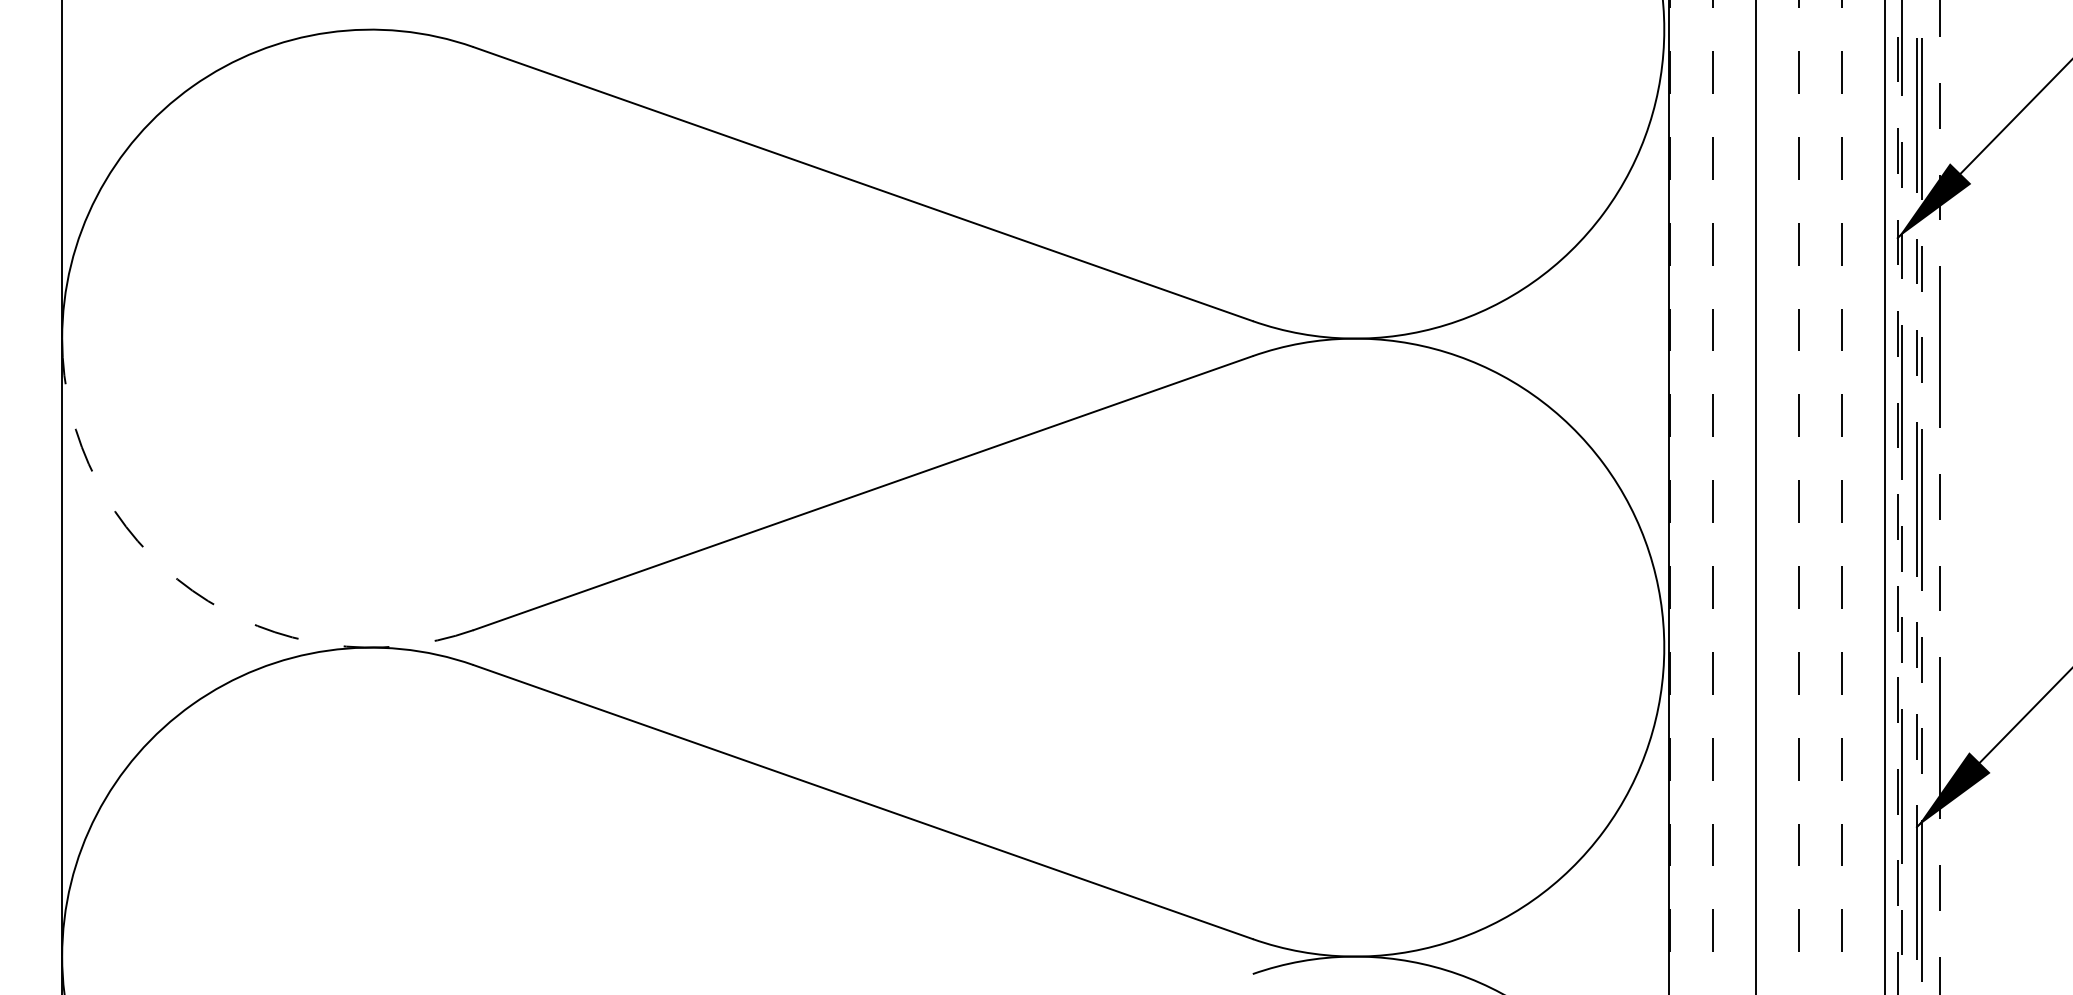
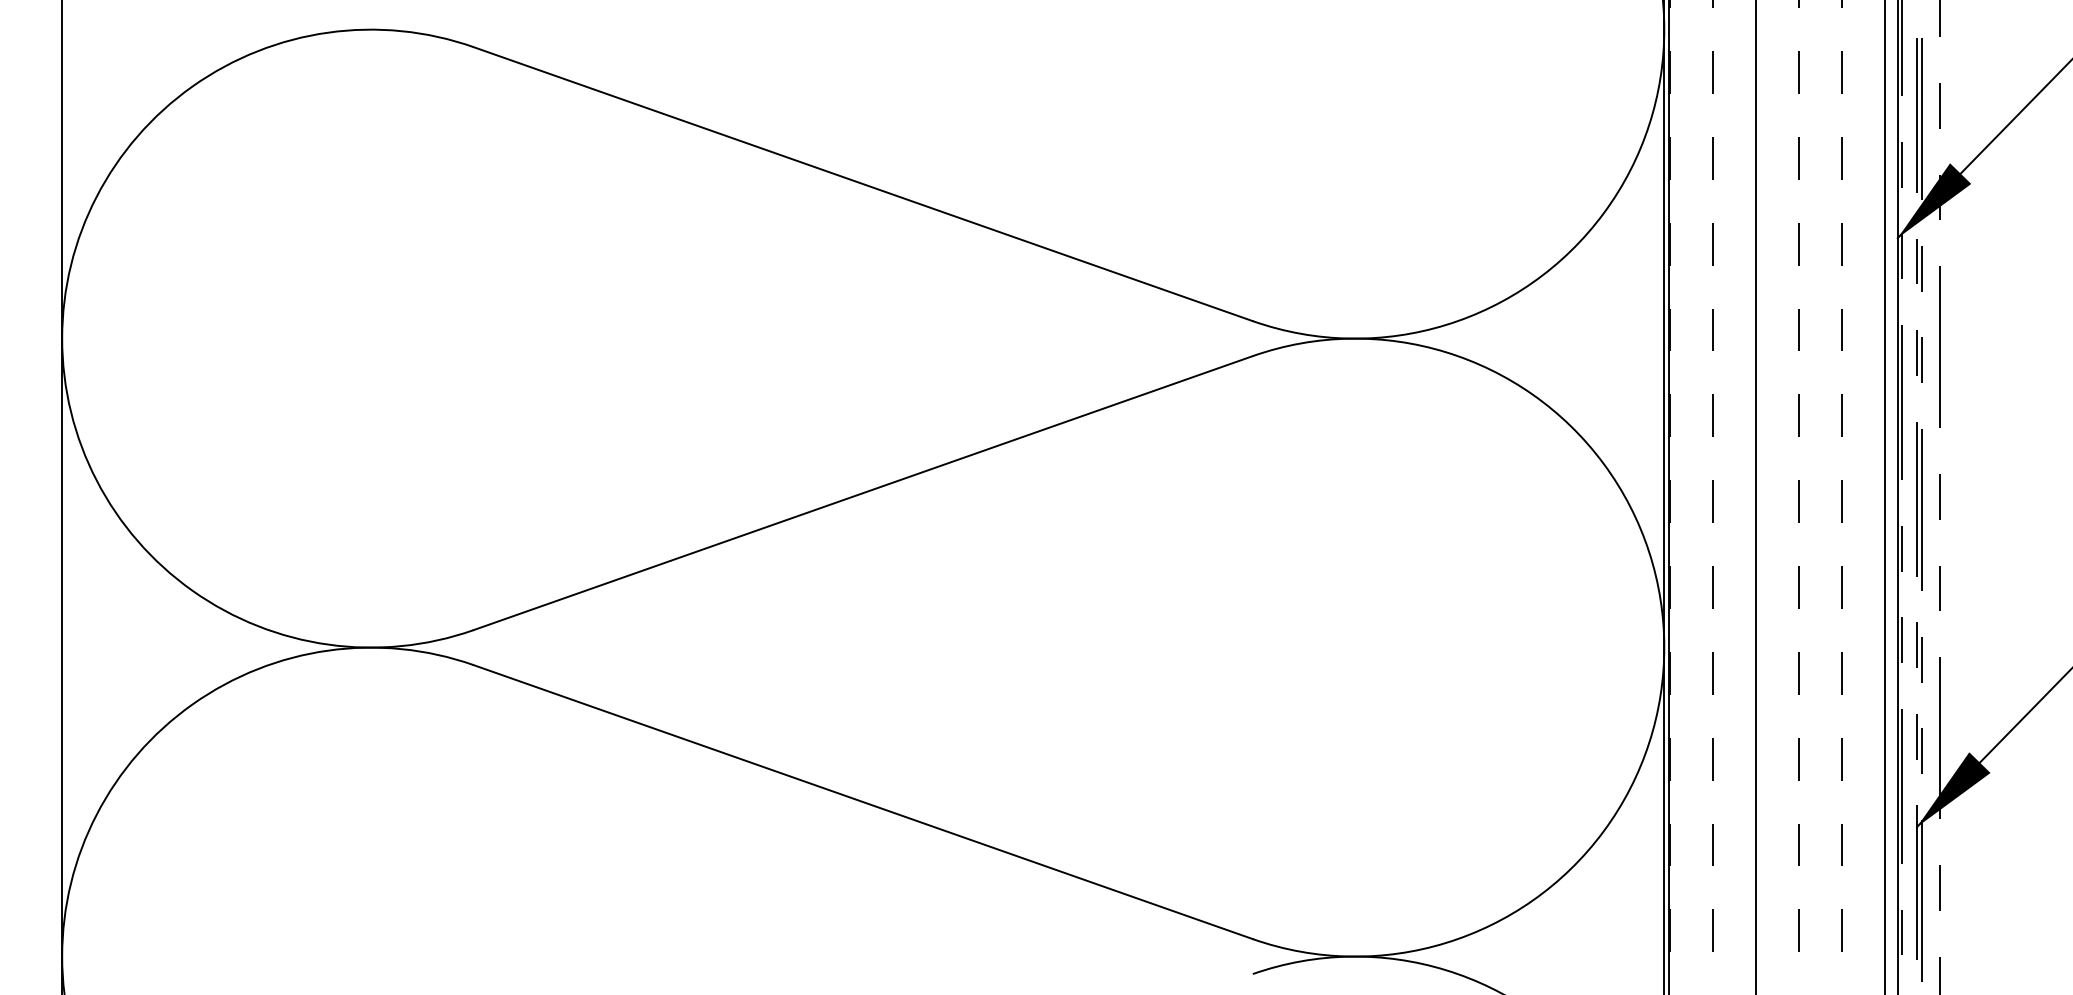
line at (1664, 496): none -> present
line at (1897, 497): dashed -> solid
arc at (192, 590): dashed -> solid
